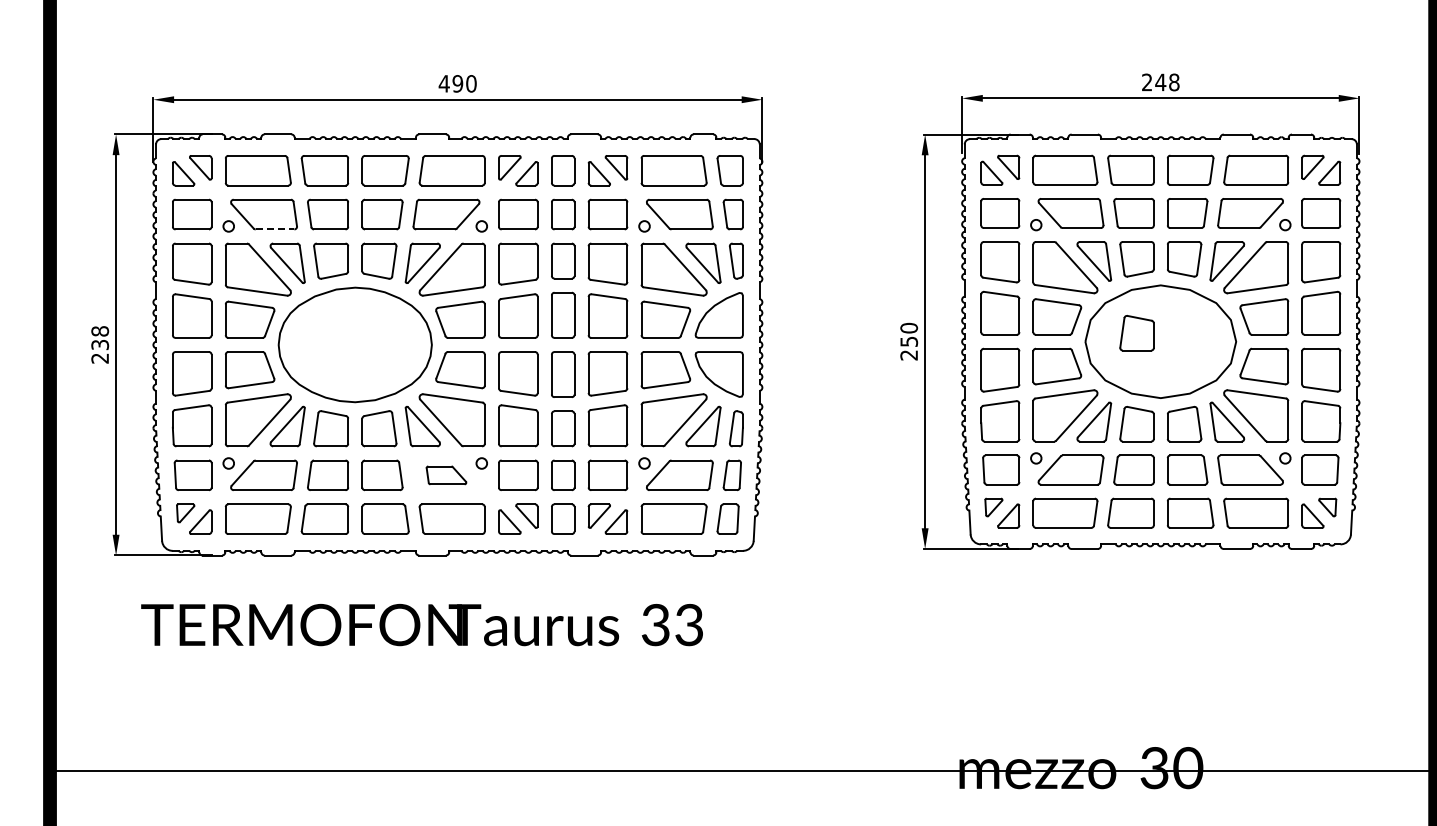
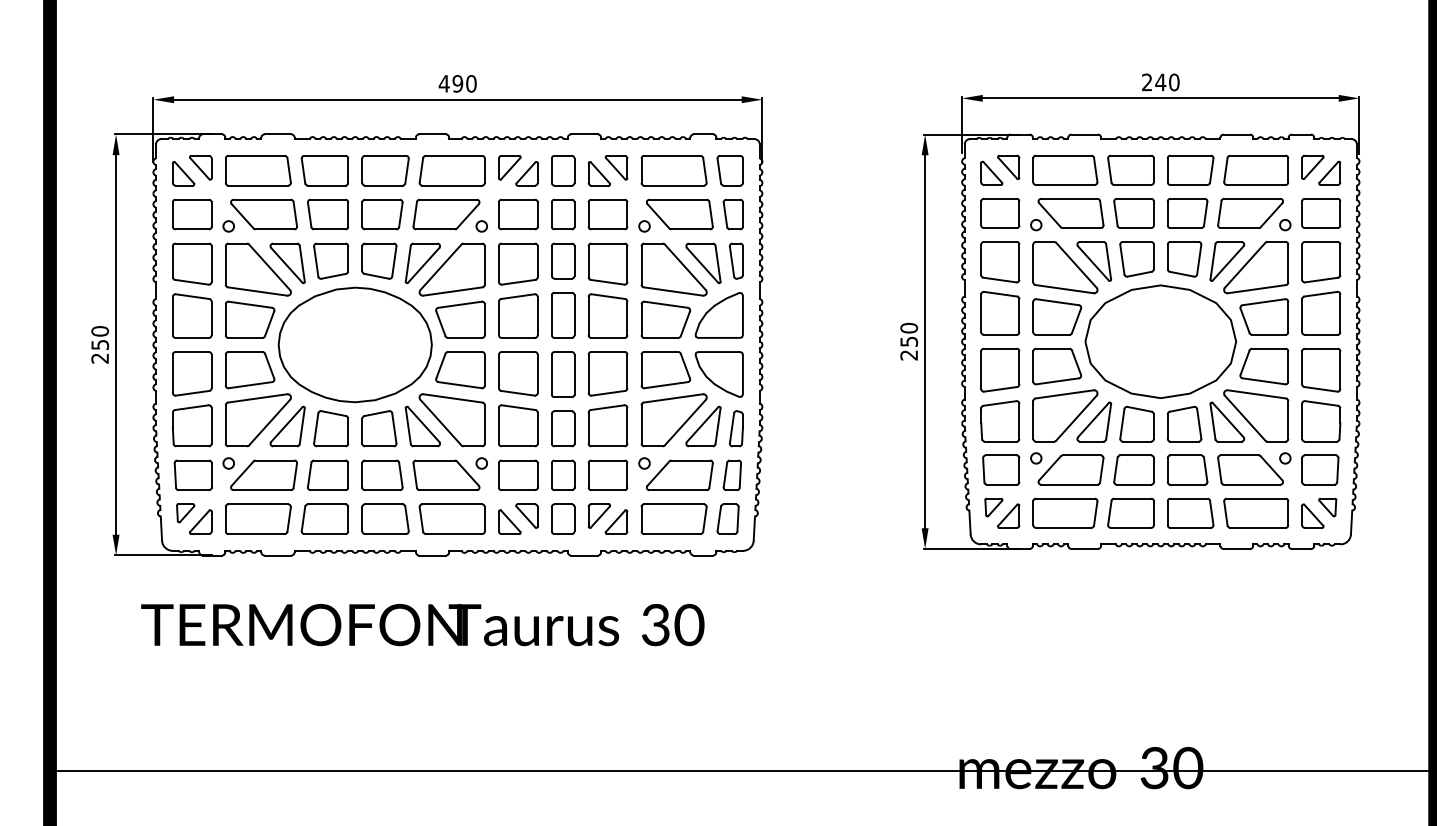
text at (1174, 82): 248 -> 240
line at (275, 229): dashed -> solid
part at (1136, 333): present -> none
text at (99, 337): 238 -> 250
part at (446, 475) size: 43x21 px -> 69x33 px
text at (689, 624): 33 -> 30
